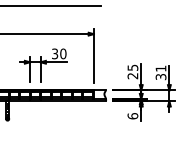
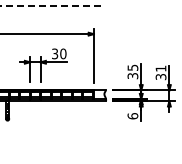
line at (50, 6): solid -> dashed
text at (133, 76): 25 -> 35
